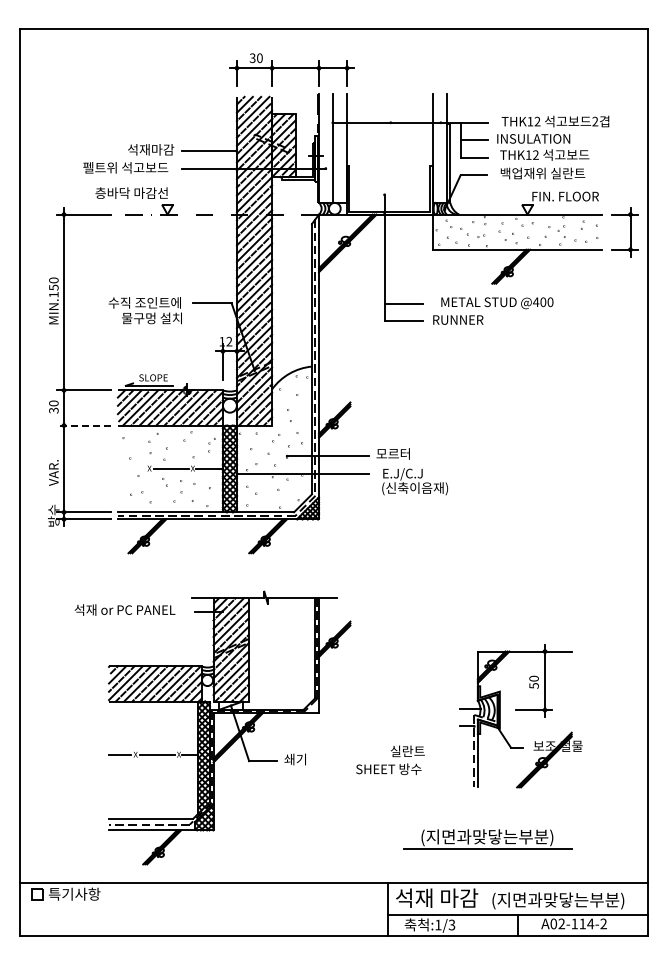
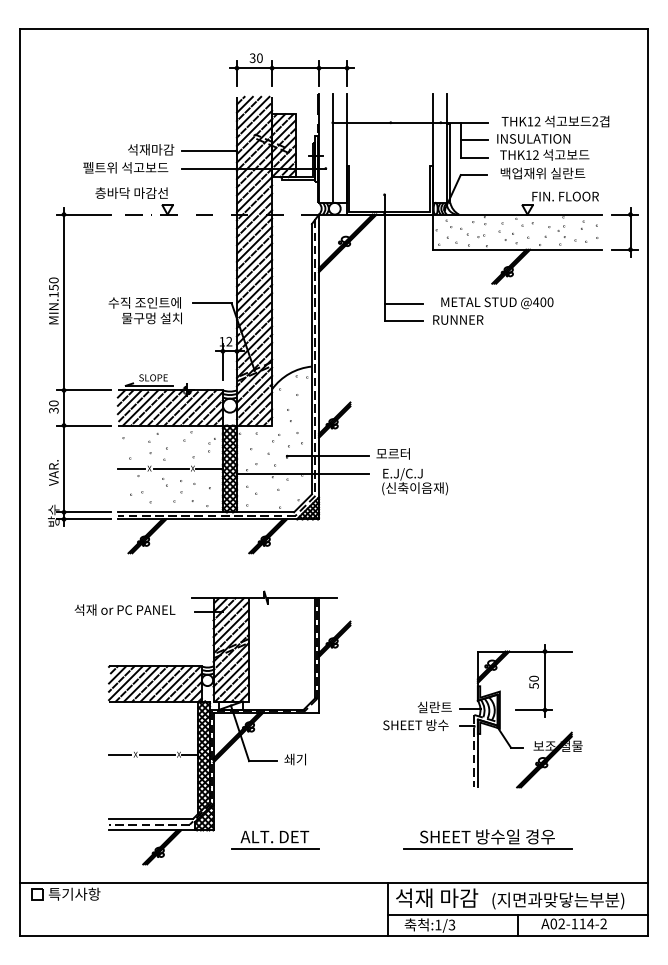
line at (83, 425): dashed -> solid
line at (130, 469): none -> present
text at (390, 759) position: (390, 759) -> (417, 715)
text at (487, 837): (지면과맞닿는부분) -> SHEET 방수일 경우
part at (275, 839): none -> present
